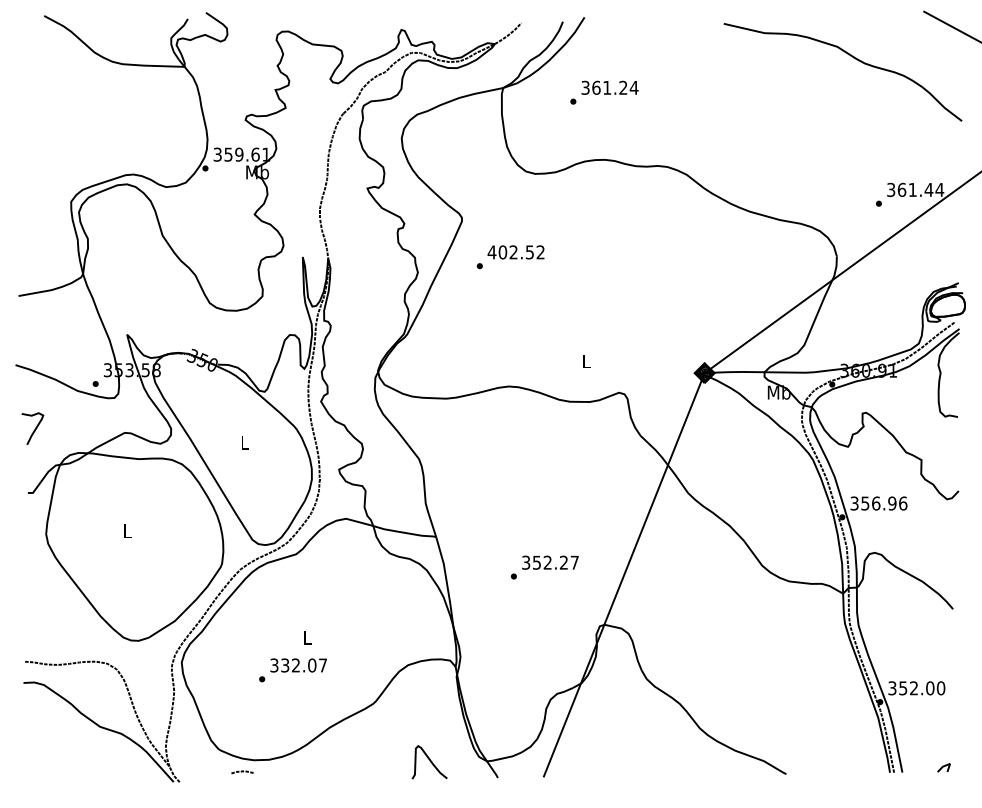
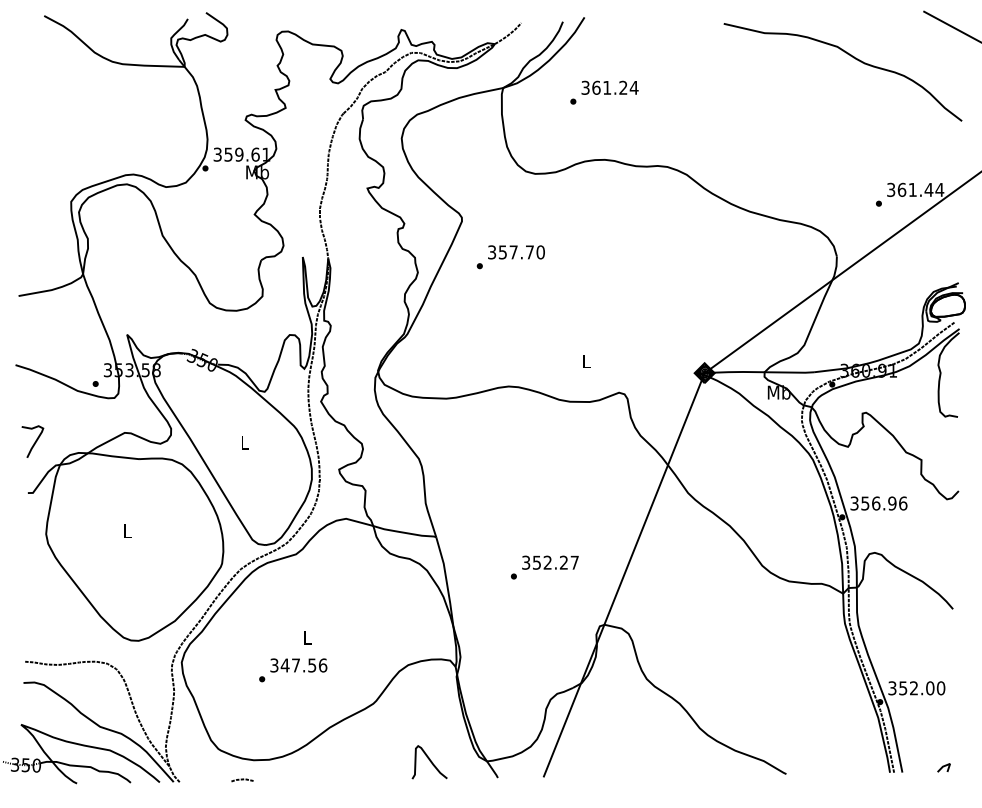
text at (515, 252): 402.52 -> 357.70
curve at (34, 429) position: (34, 429) -> (34, 442)
text at (303, 665): 332.07 -> 347.56
part at (82, 746): none -> present
line at (242, 772) position: (242, 772) -> (242, 780)
